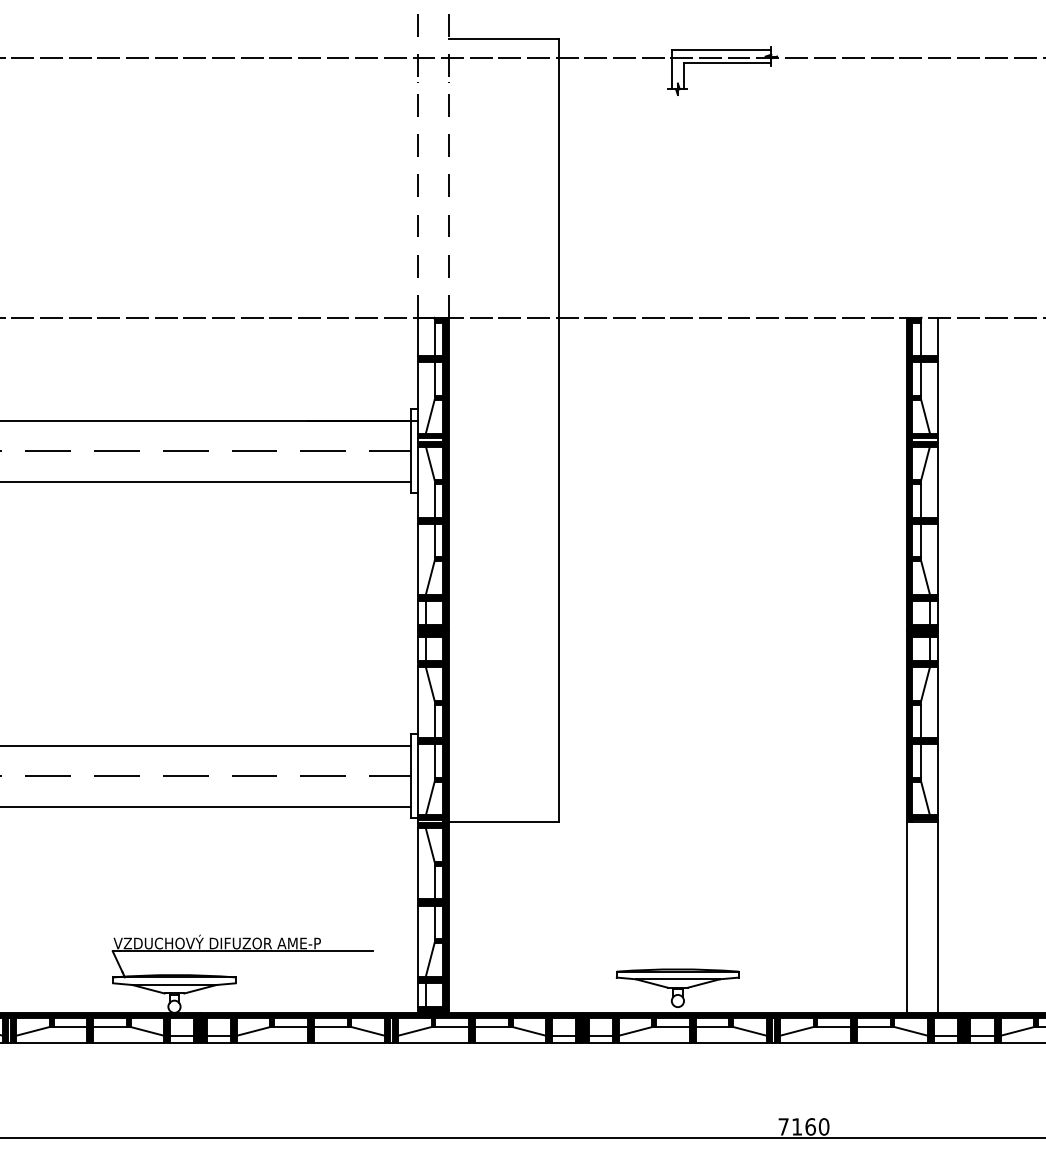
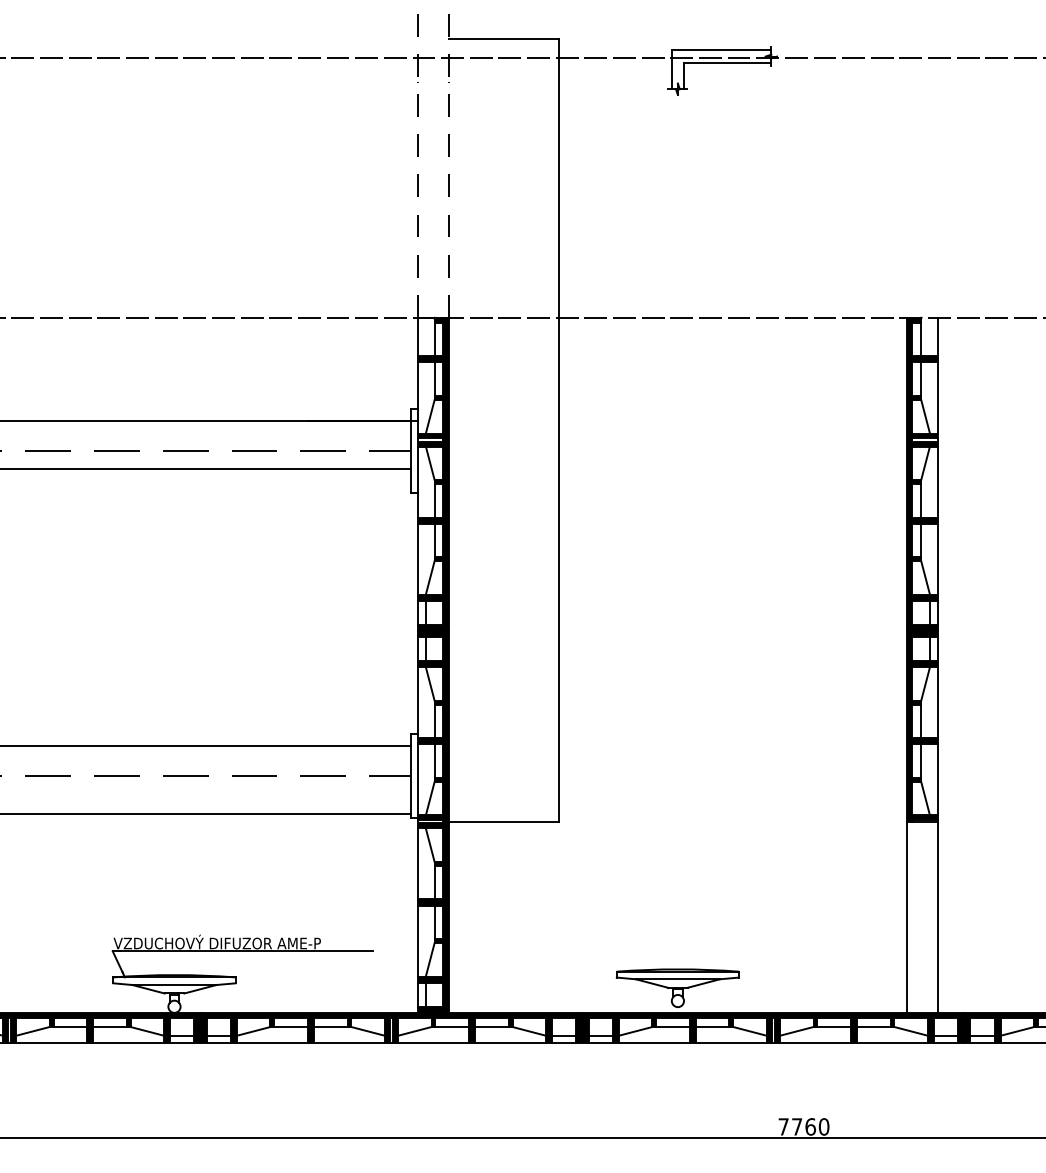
line at (206, 482) position: (206, 482) -> (206, 469)
line at (206, 806) position: (206, 806) -> (206, 813)
text at (797, 1126): 7160 -> 7760
